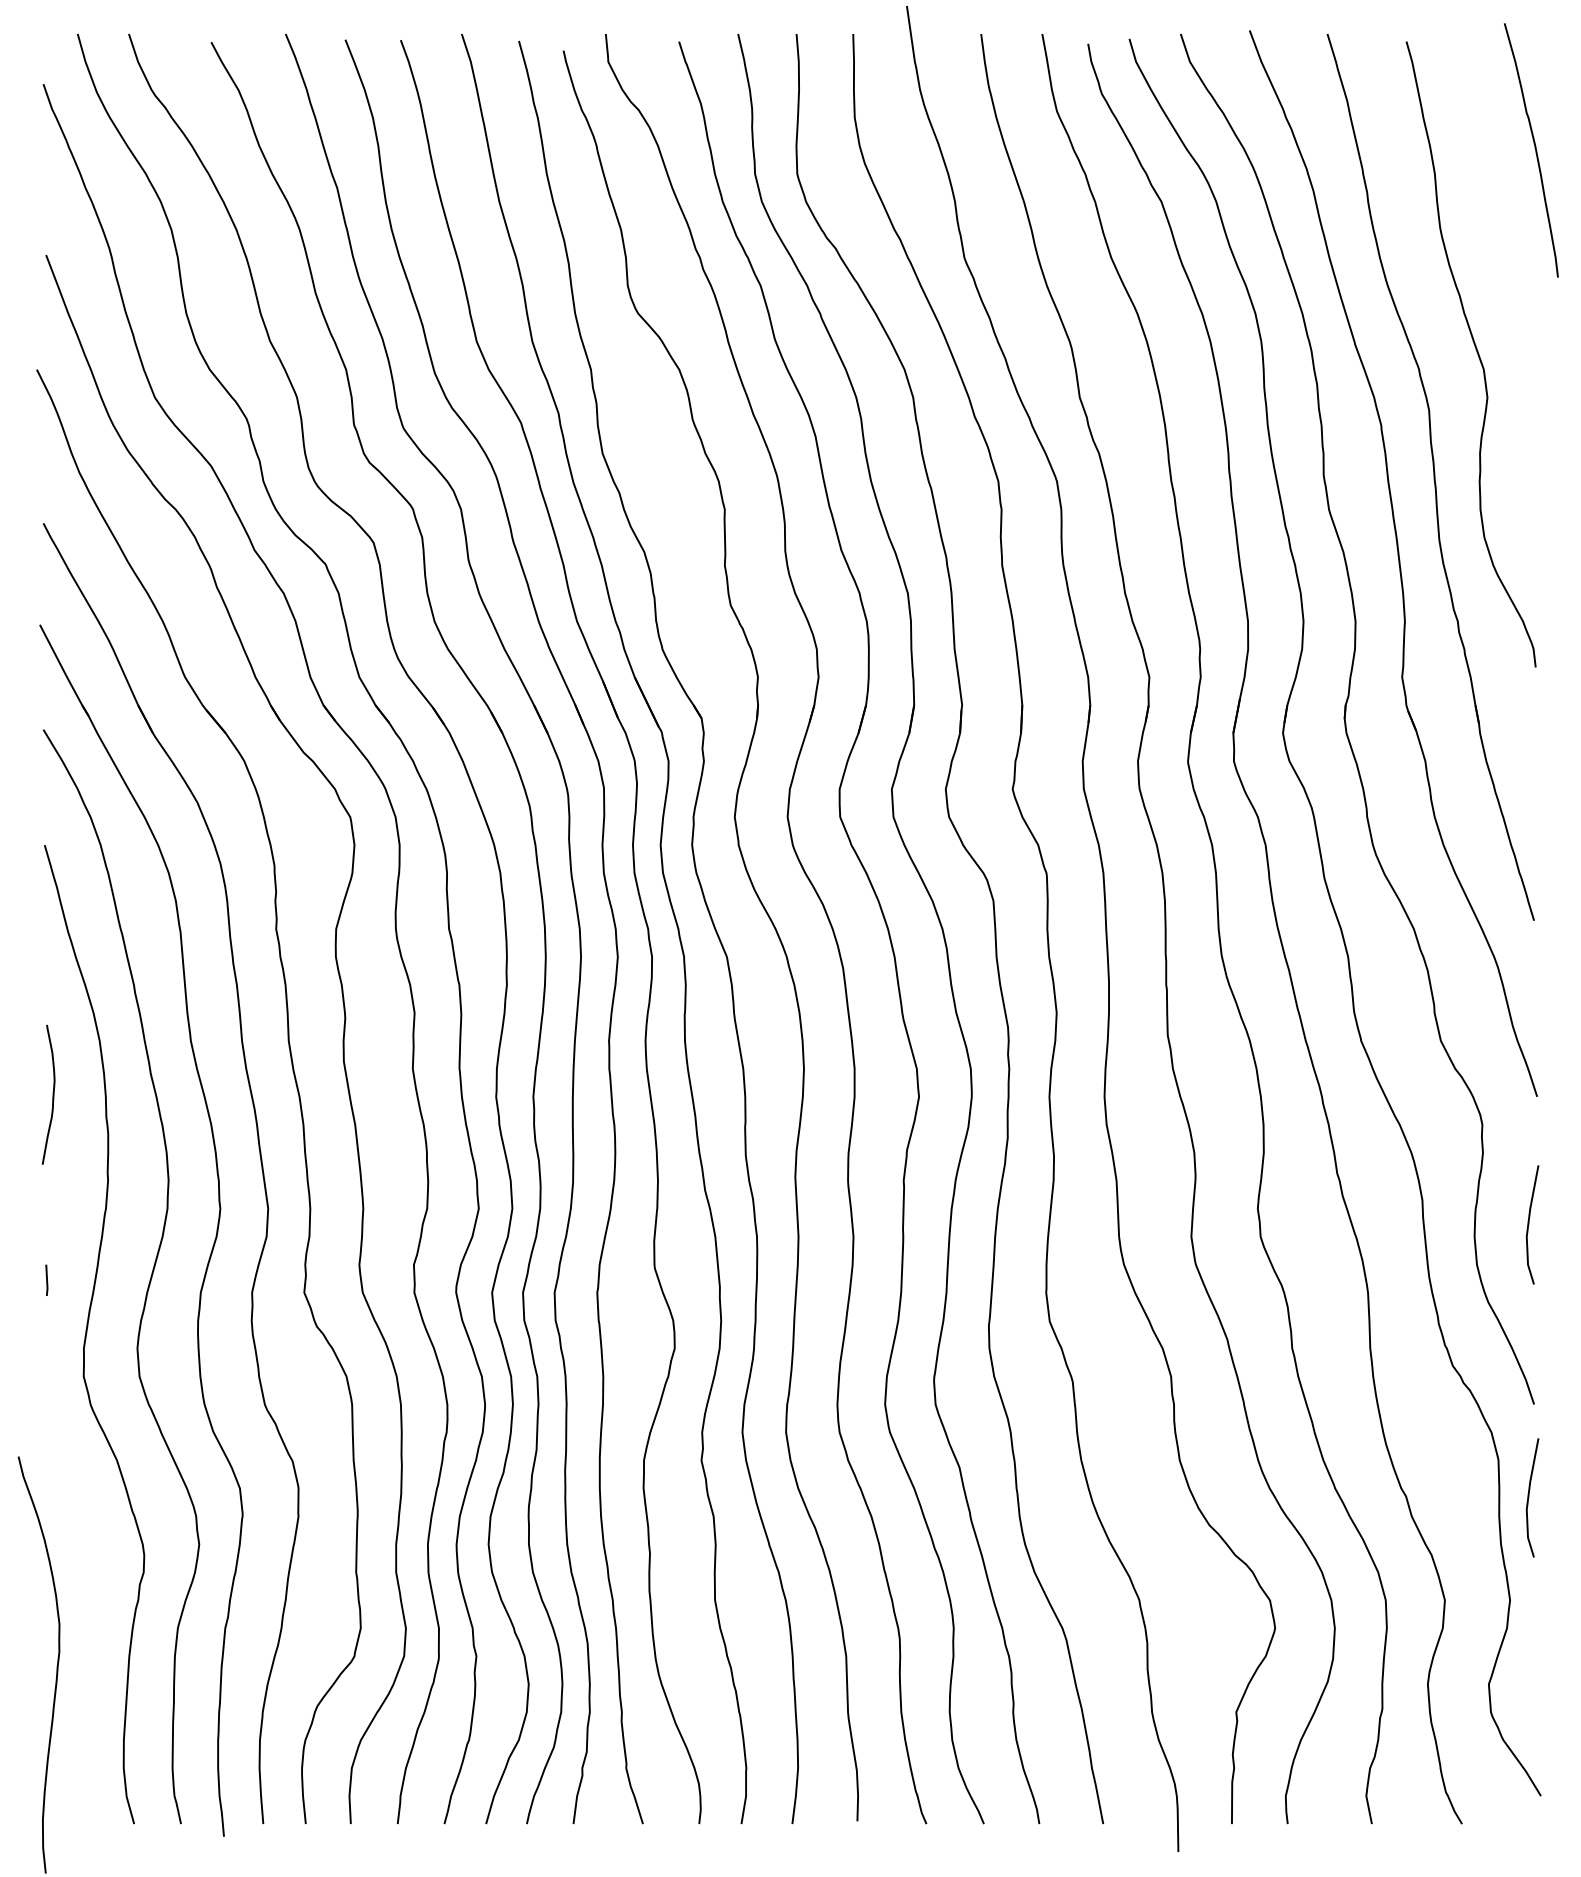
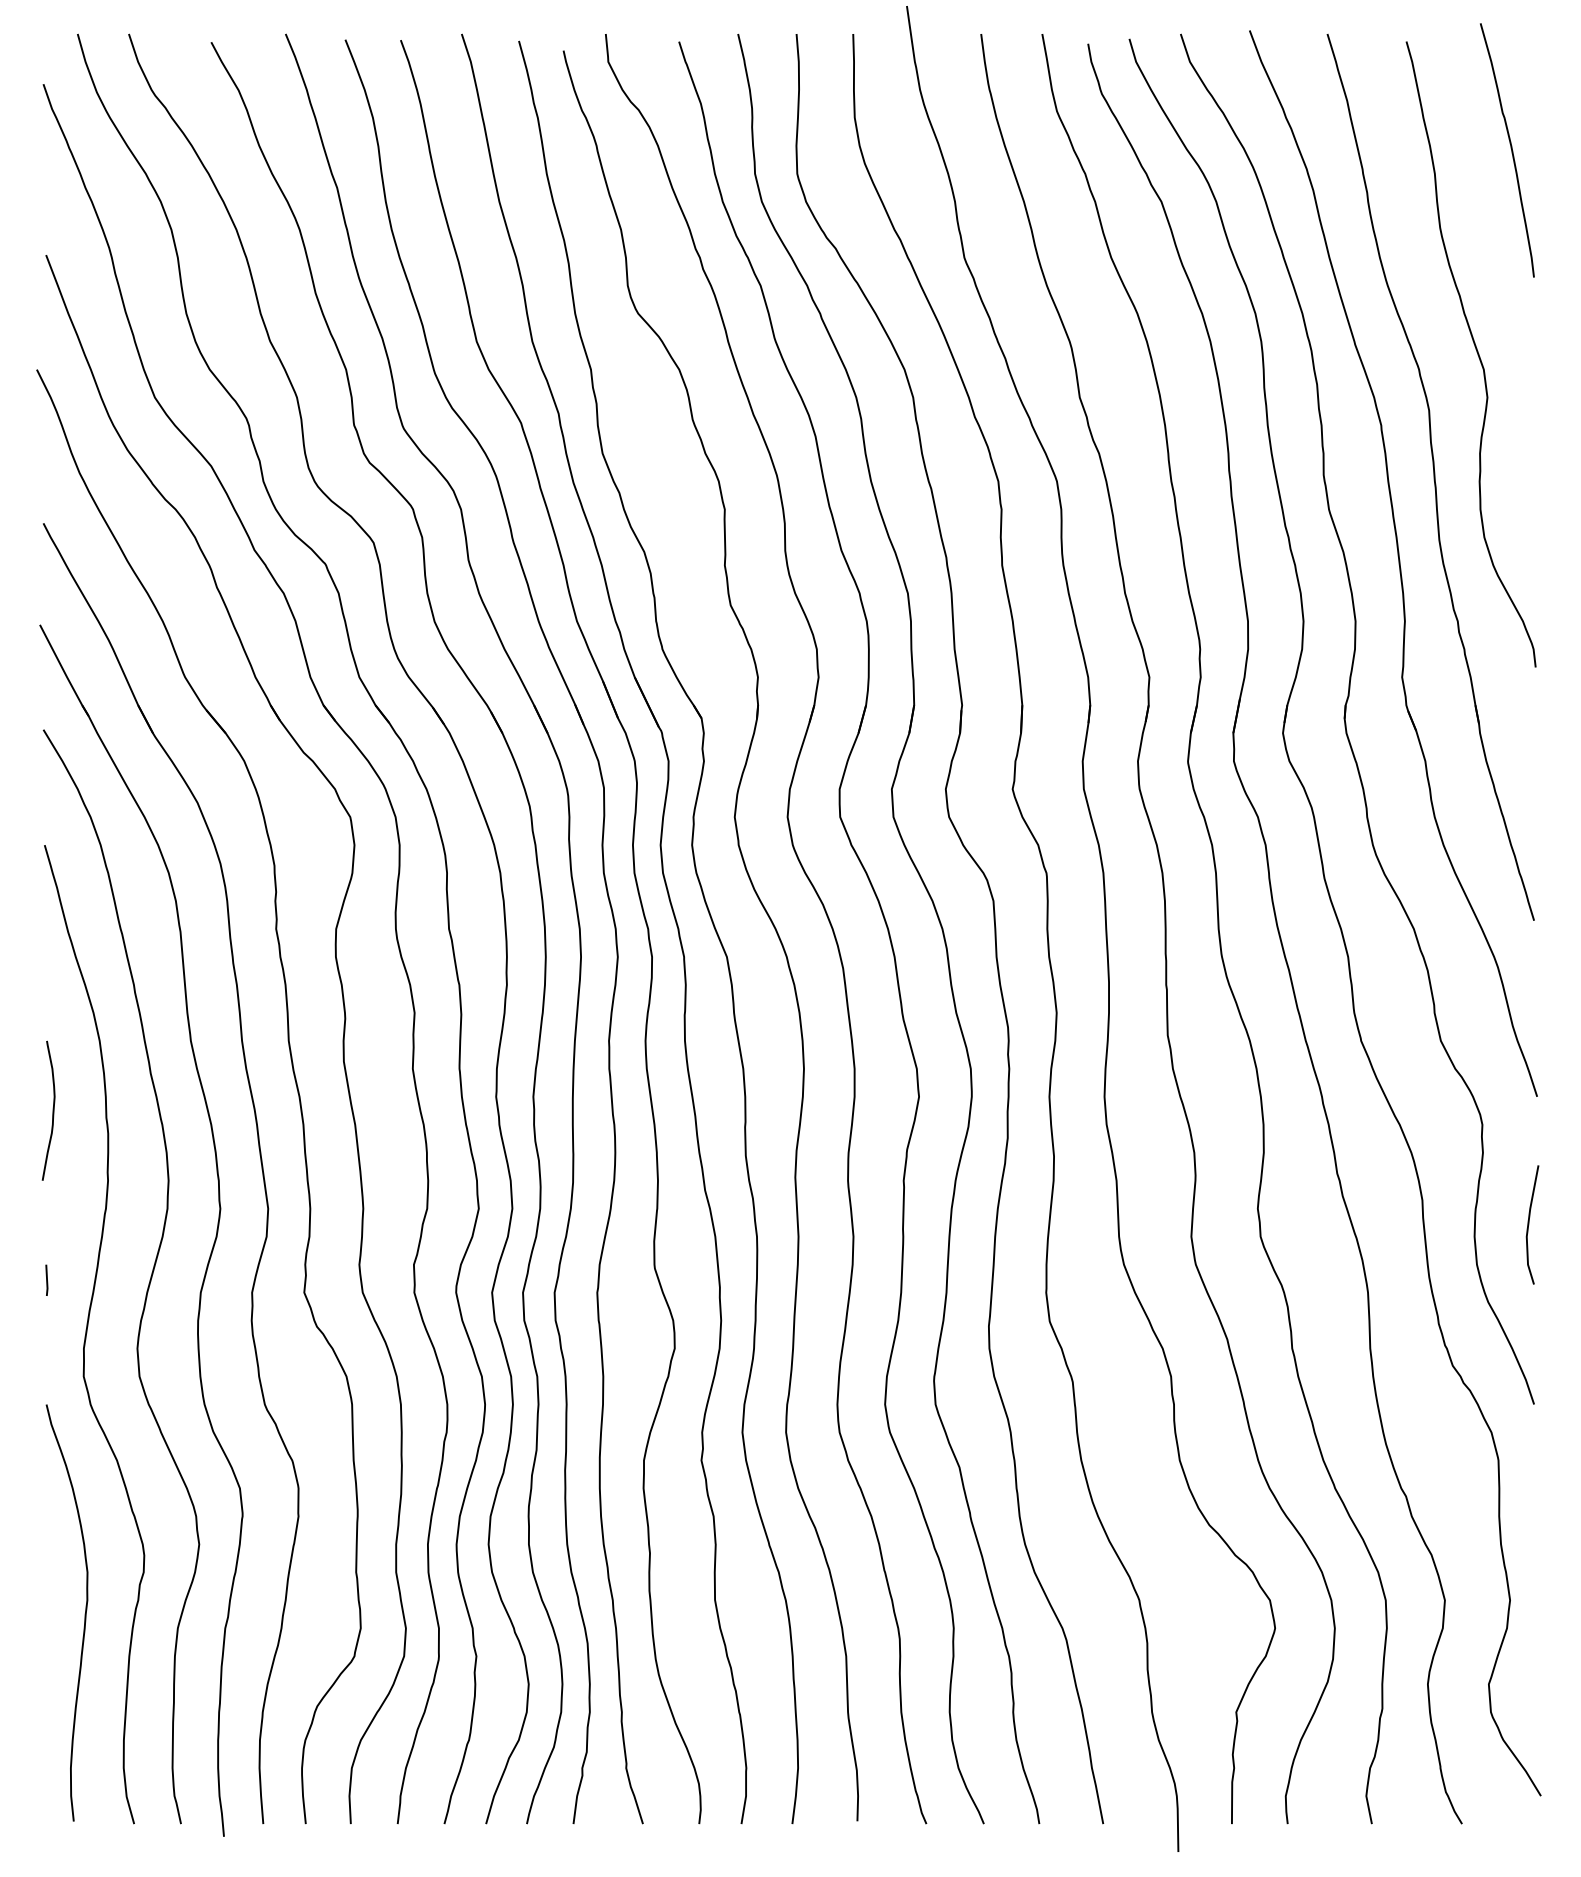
curve at (1534, 148) position: (1534, 148) -> (1510, 148)
curve at (52, 1094) position: (52, 1094) -> (52, 1110)
line at (1529, 1497): present -> none
curve at (56, 1665) position: (56, 1665) -> (84, 1613)
